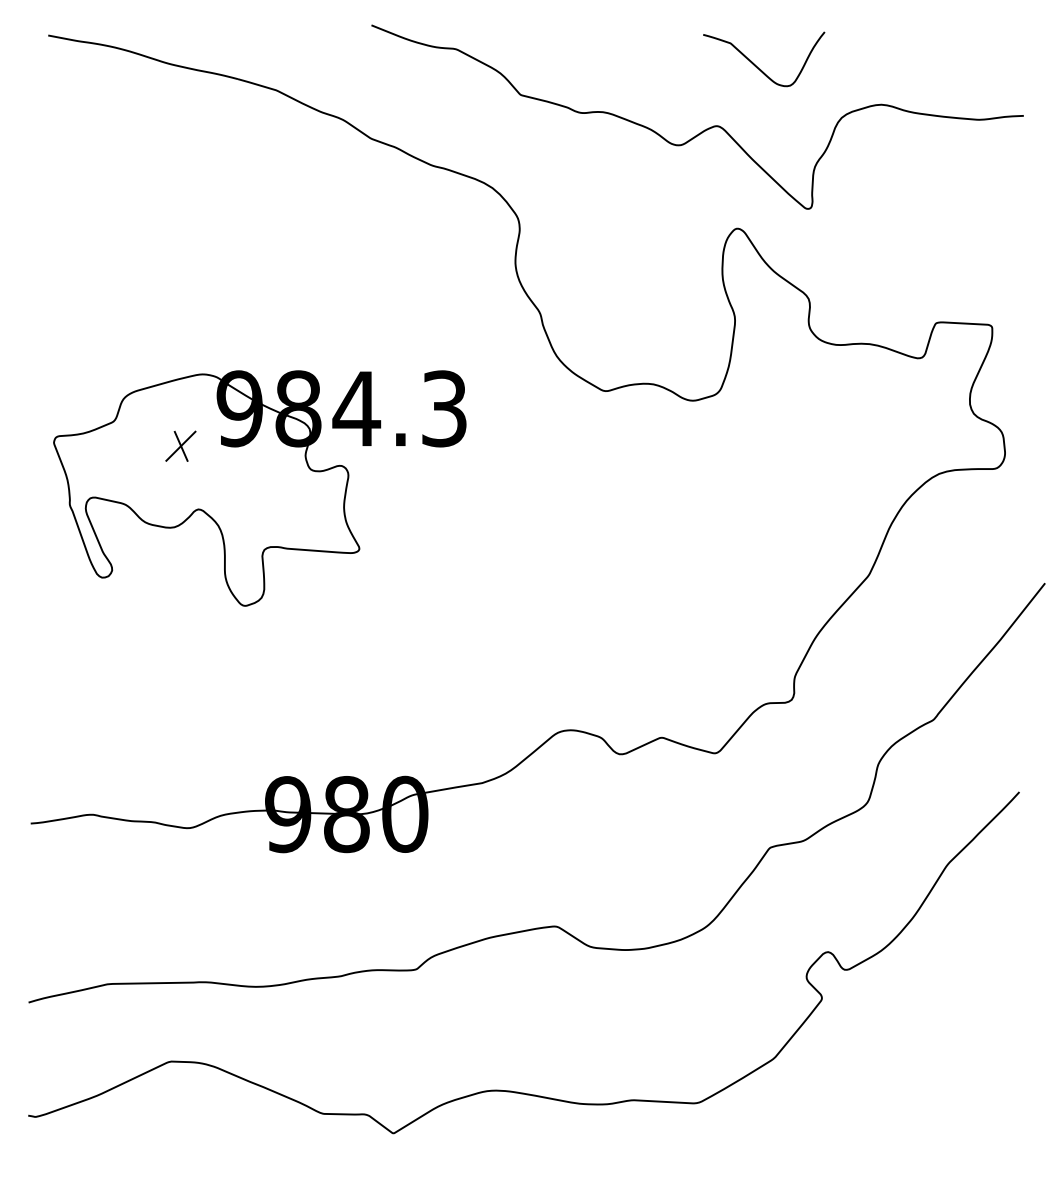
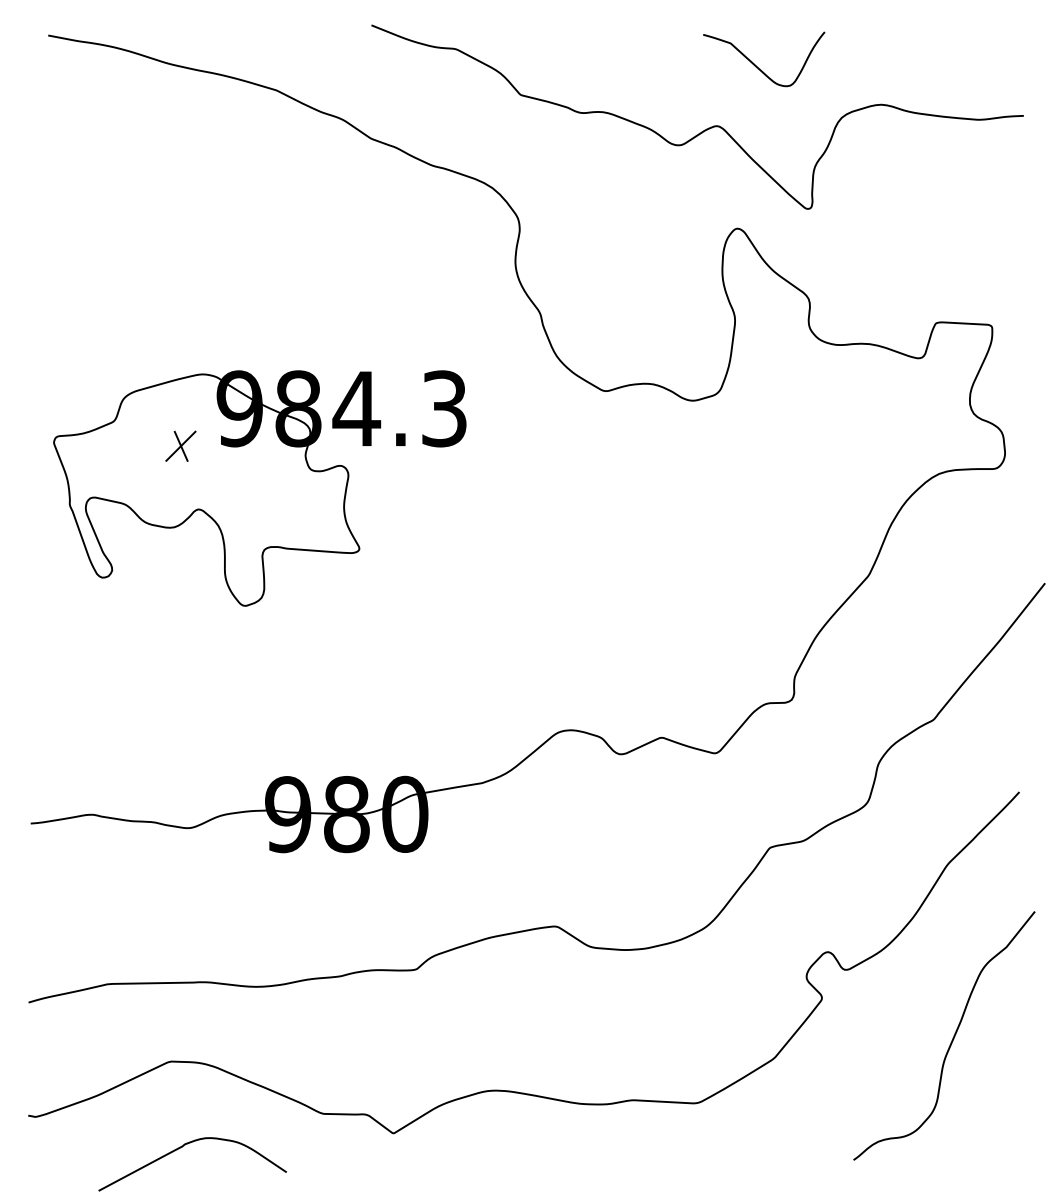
curve at (952, 1037): none -> present
curve at (182, 1147): none -> present
